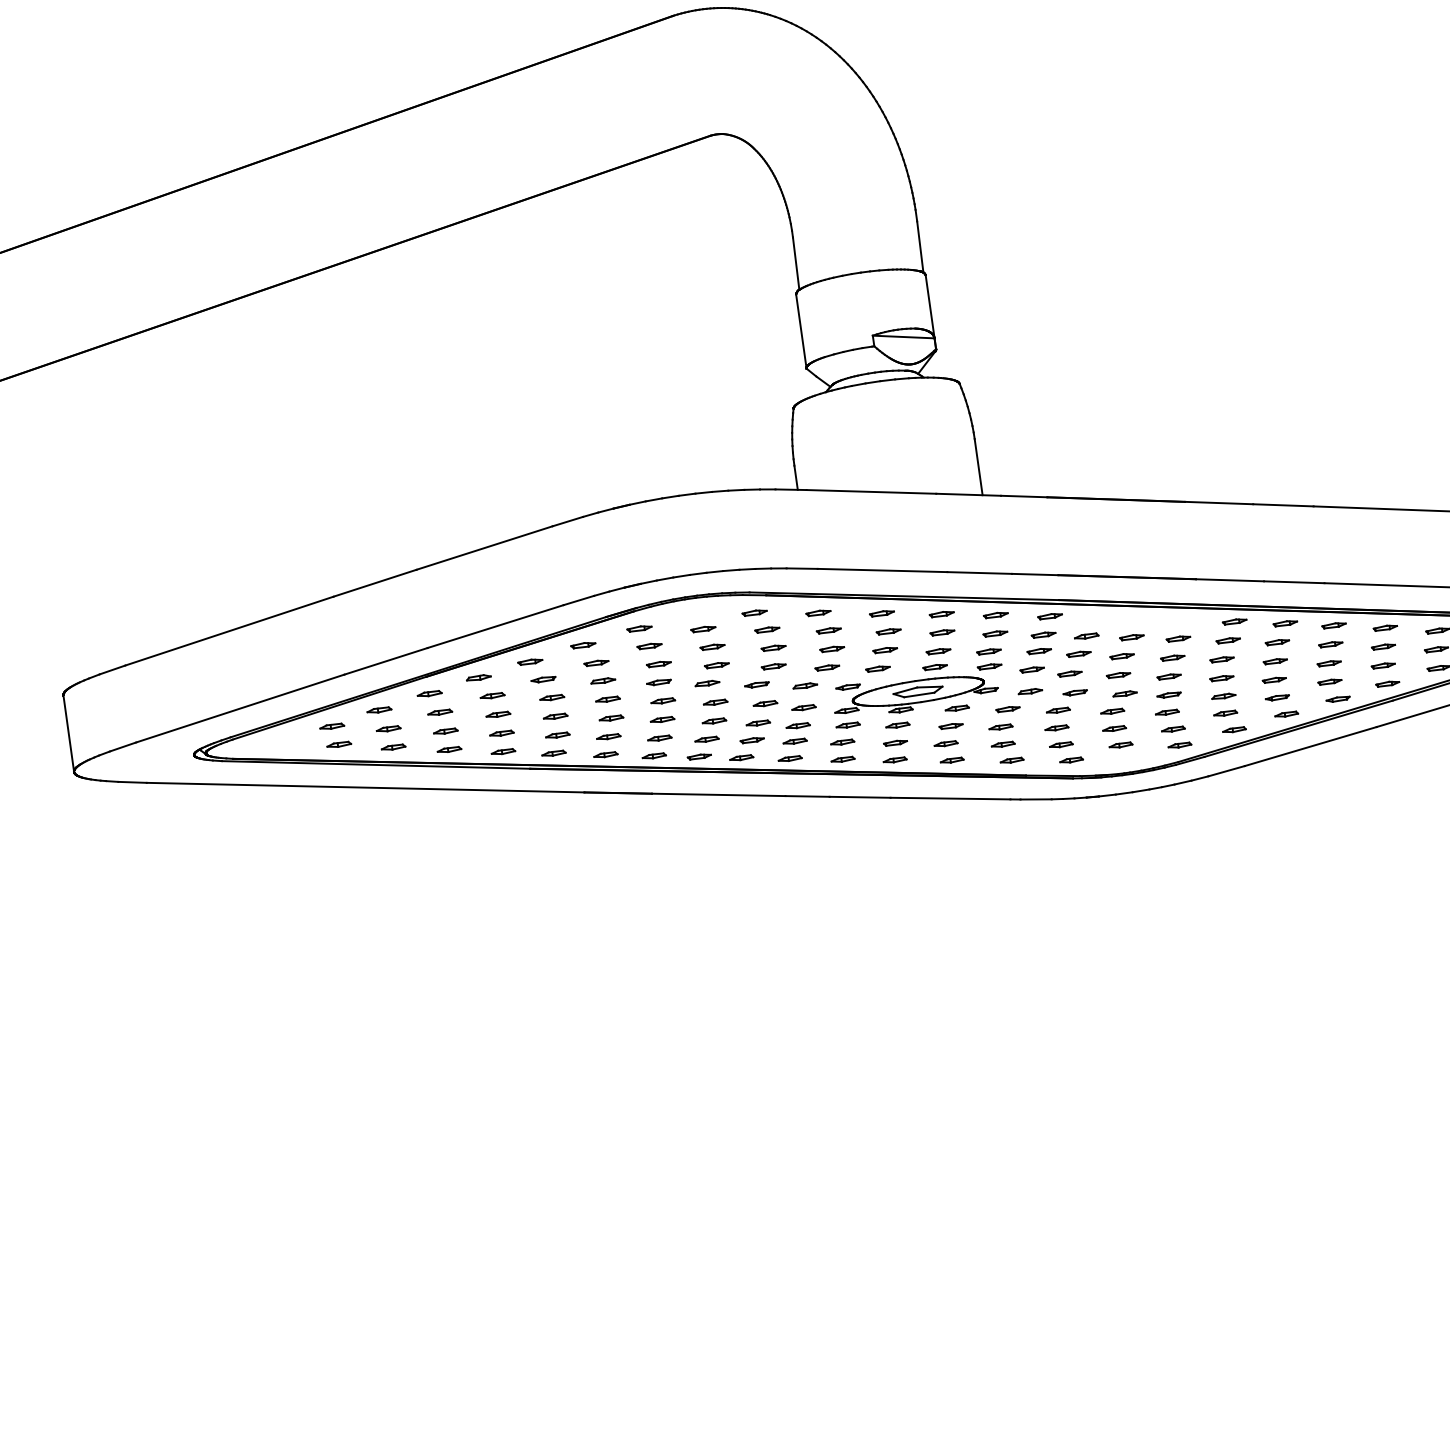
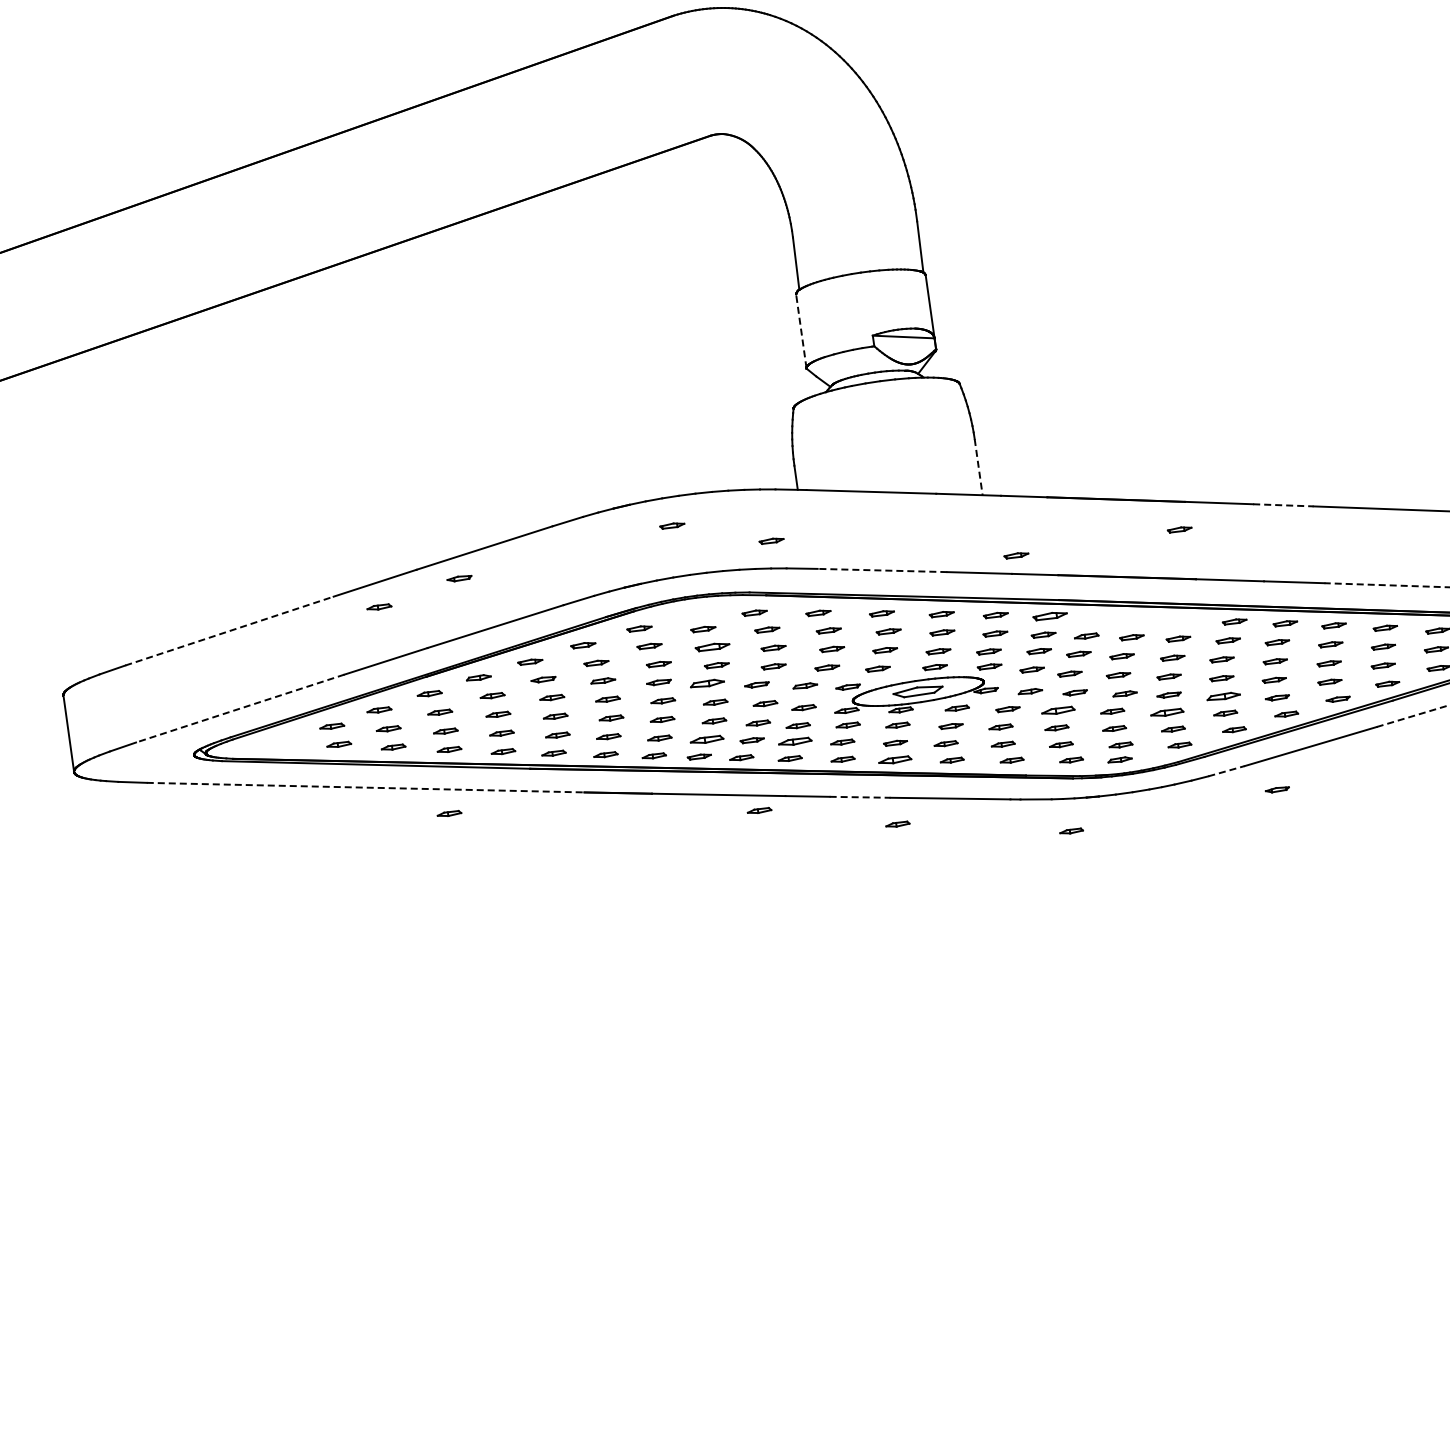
line at (801, 330): solid -> dashed
line at (978, 467): solid -> dashed
line at (1283, 505): solid -> dashed
part at (672, 525): none -> present
part at (1179, 529): none -> present
part at (771, 540): none -> present
part at (1016, 555): none -> present
line at (882, 570): solid -> dashed
part at (459, 578): none -> present
line at (1387, 585): solid -> dashed
part at (379, 606): none -> present
part at (1049, 616) size: 26x8 px -> 36x10 px
line at (229, 631): solid -> dashed
part at (712, 646) size: 27x8 px -> 37x11 px
part at (707, 683) size: 27x9 px -> 35x11 px
part at (1223, 695) size: 26x8 px -> 35x11 px
line at (240, 708): solid -> dashed
part at (1058, 709) size: 25x8 px -> 35x10 px
part at (1167, 711) size: 25x8 px -> 35x10 px
line at (1413, 715): solid -> dashed
part at (706, 738) size: 26x8 px -> 36x10 px
part at (794, 740) size: 26x8 px -> 35x10 px
part at (894, 759) size: 26x8 px -> 35x10 px
part at (1119, 759): none -> present
line at (1226, 771): solid -> dashed
line at (365, 787): solid -> dashed
part at (1276, 789): none -> present
line at (860, 797): solid -> dashed
part at (759, 810): none -> present
part at (449, 812): none -> present
part at (897, 823): none -> present
part at (1071, 830): none -> present
